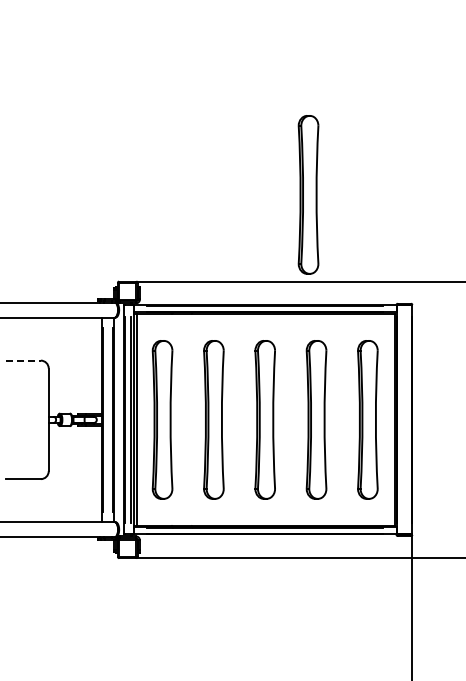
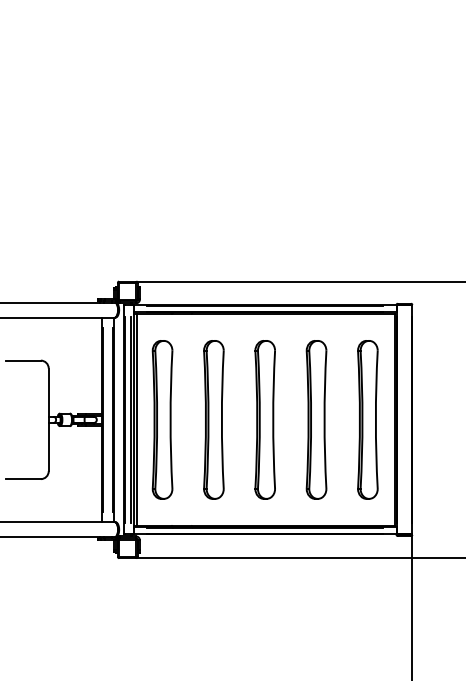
part at (308, 194): present -> none
line at (23, 360): dashed -> solid
